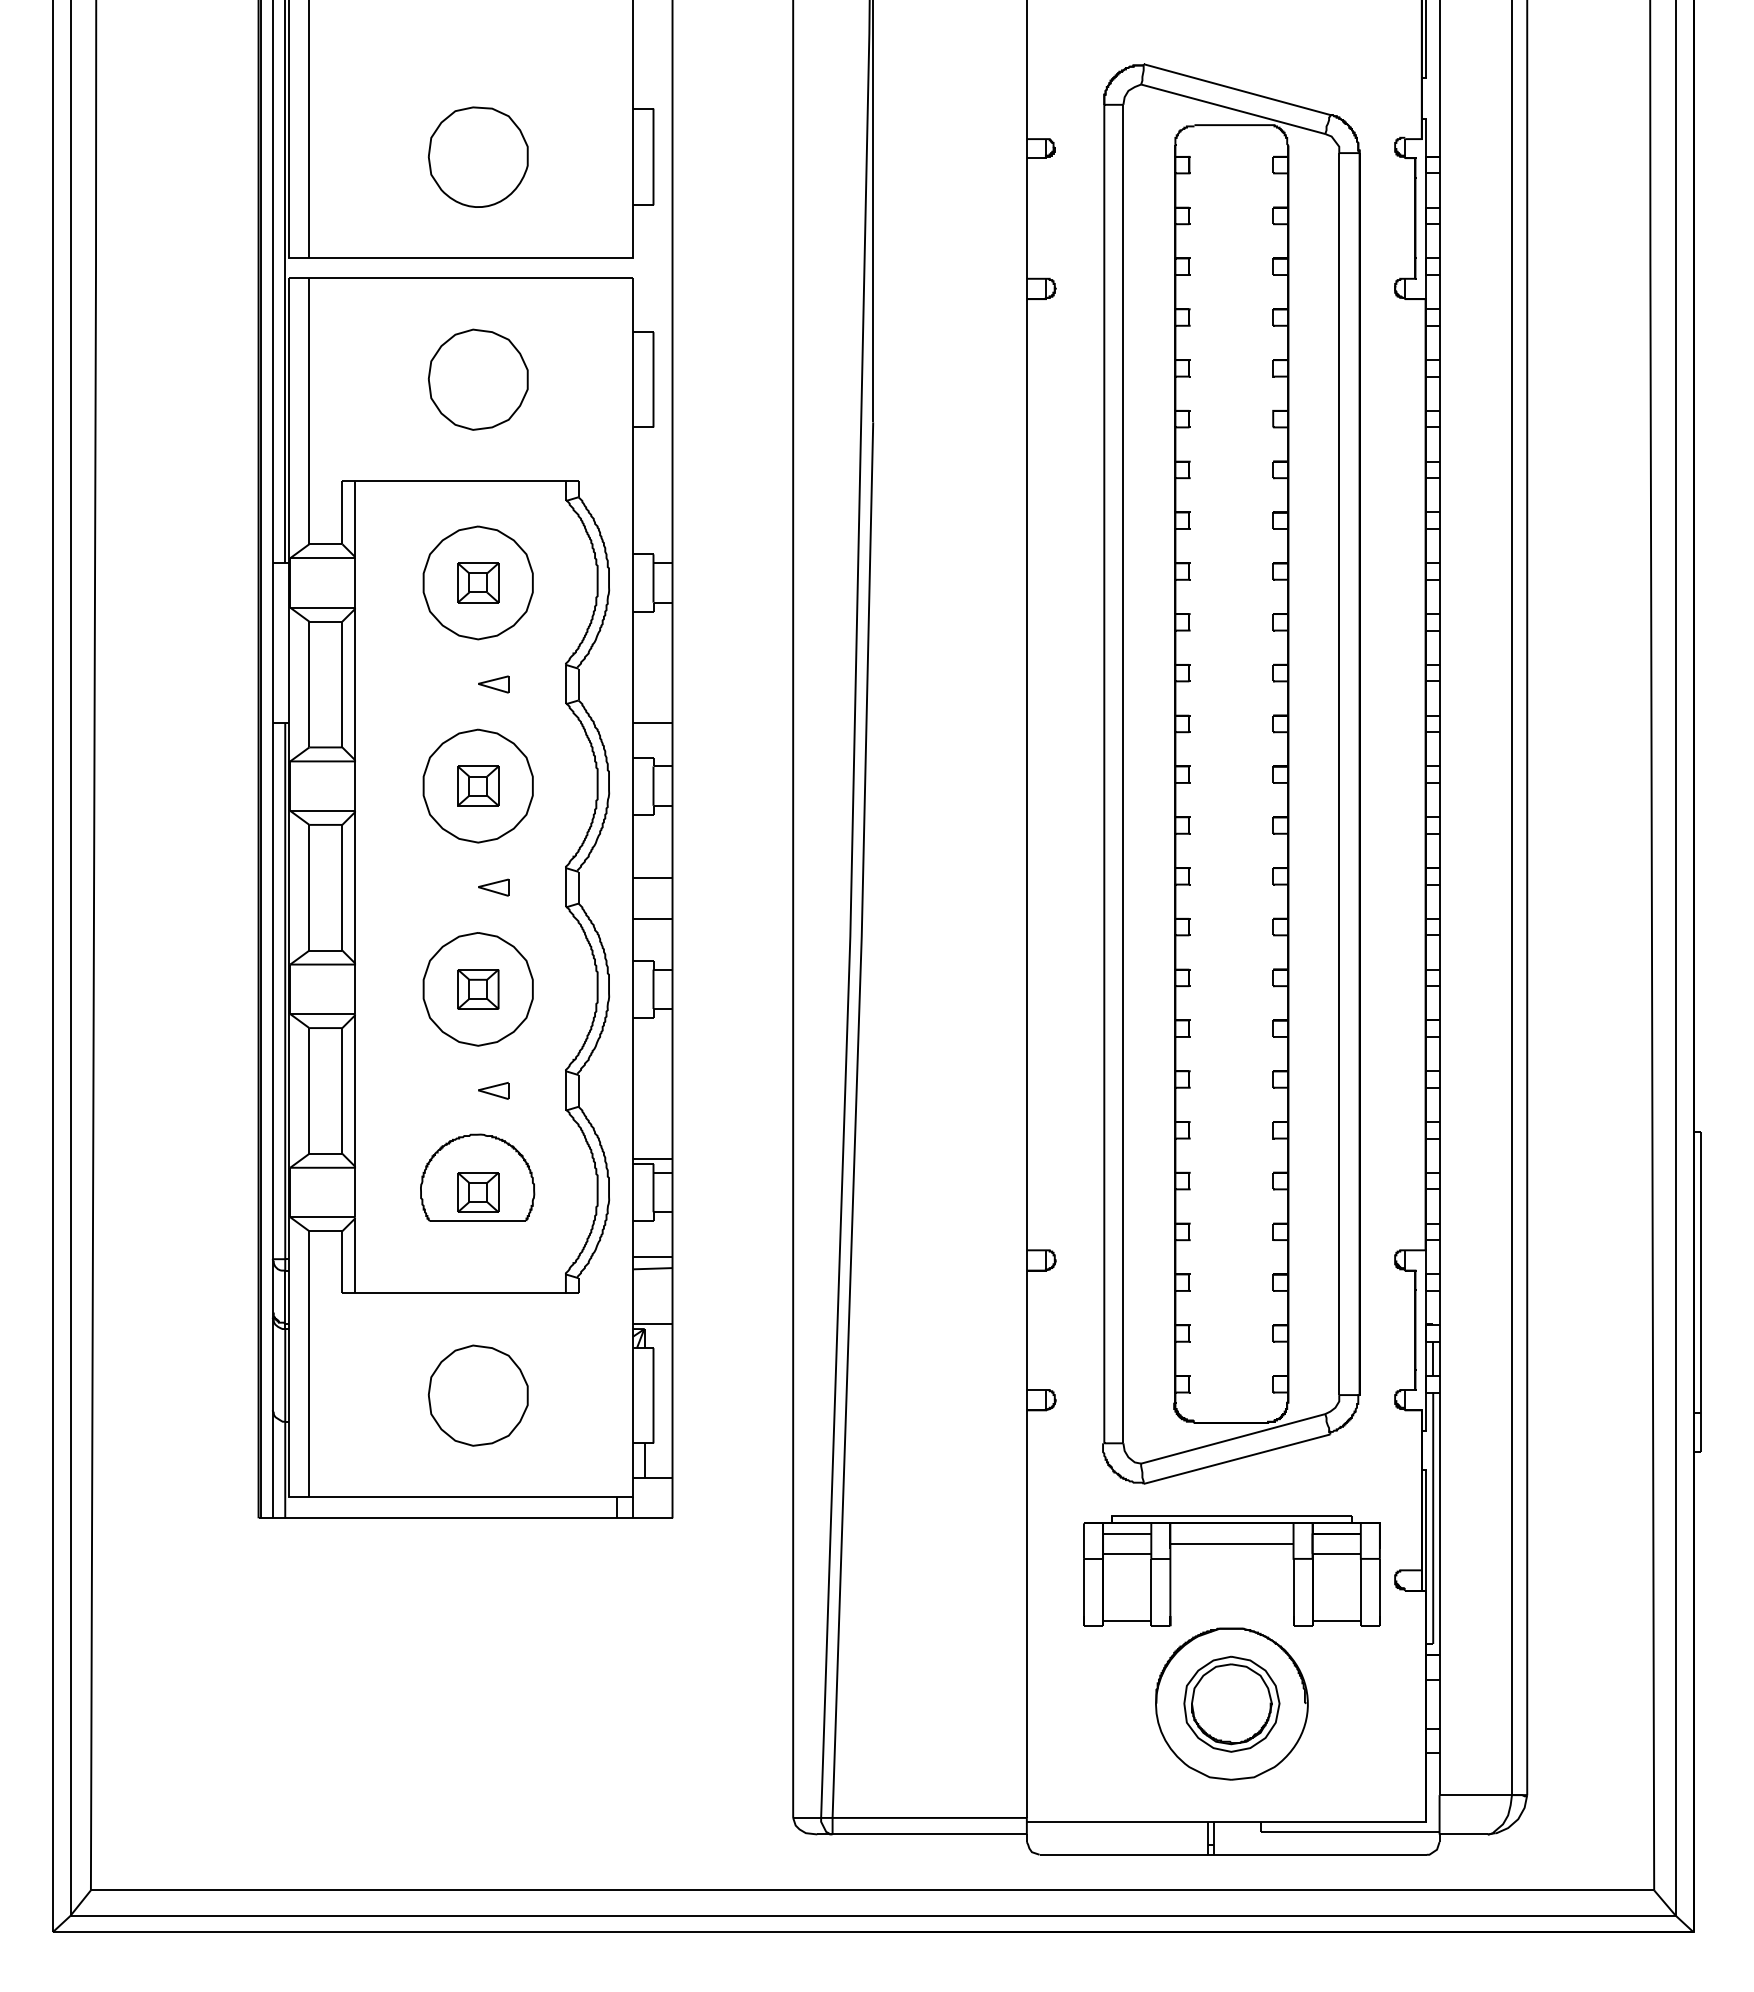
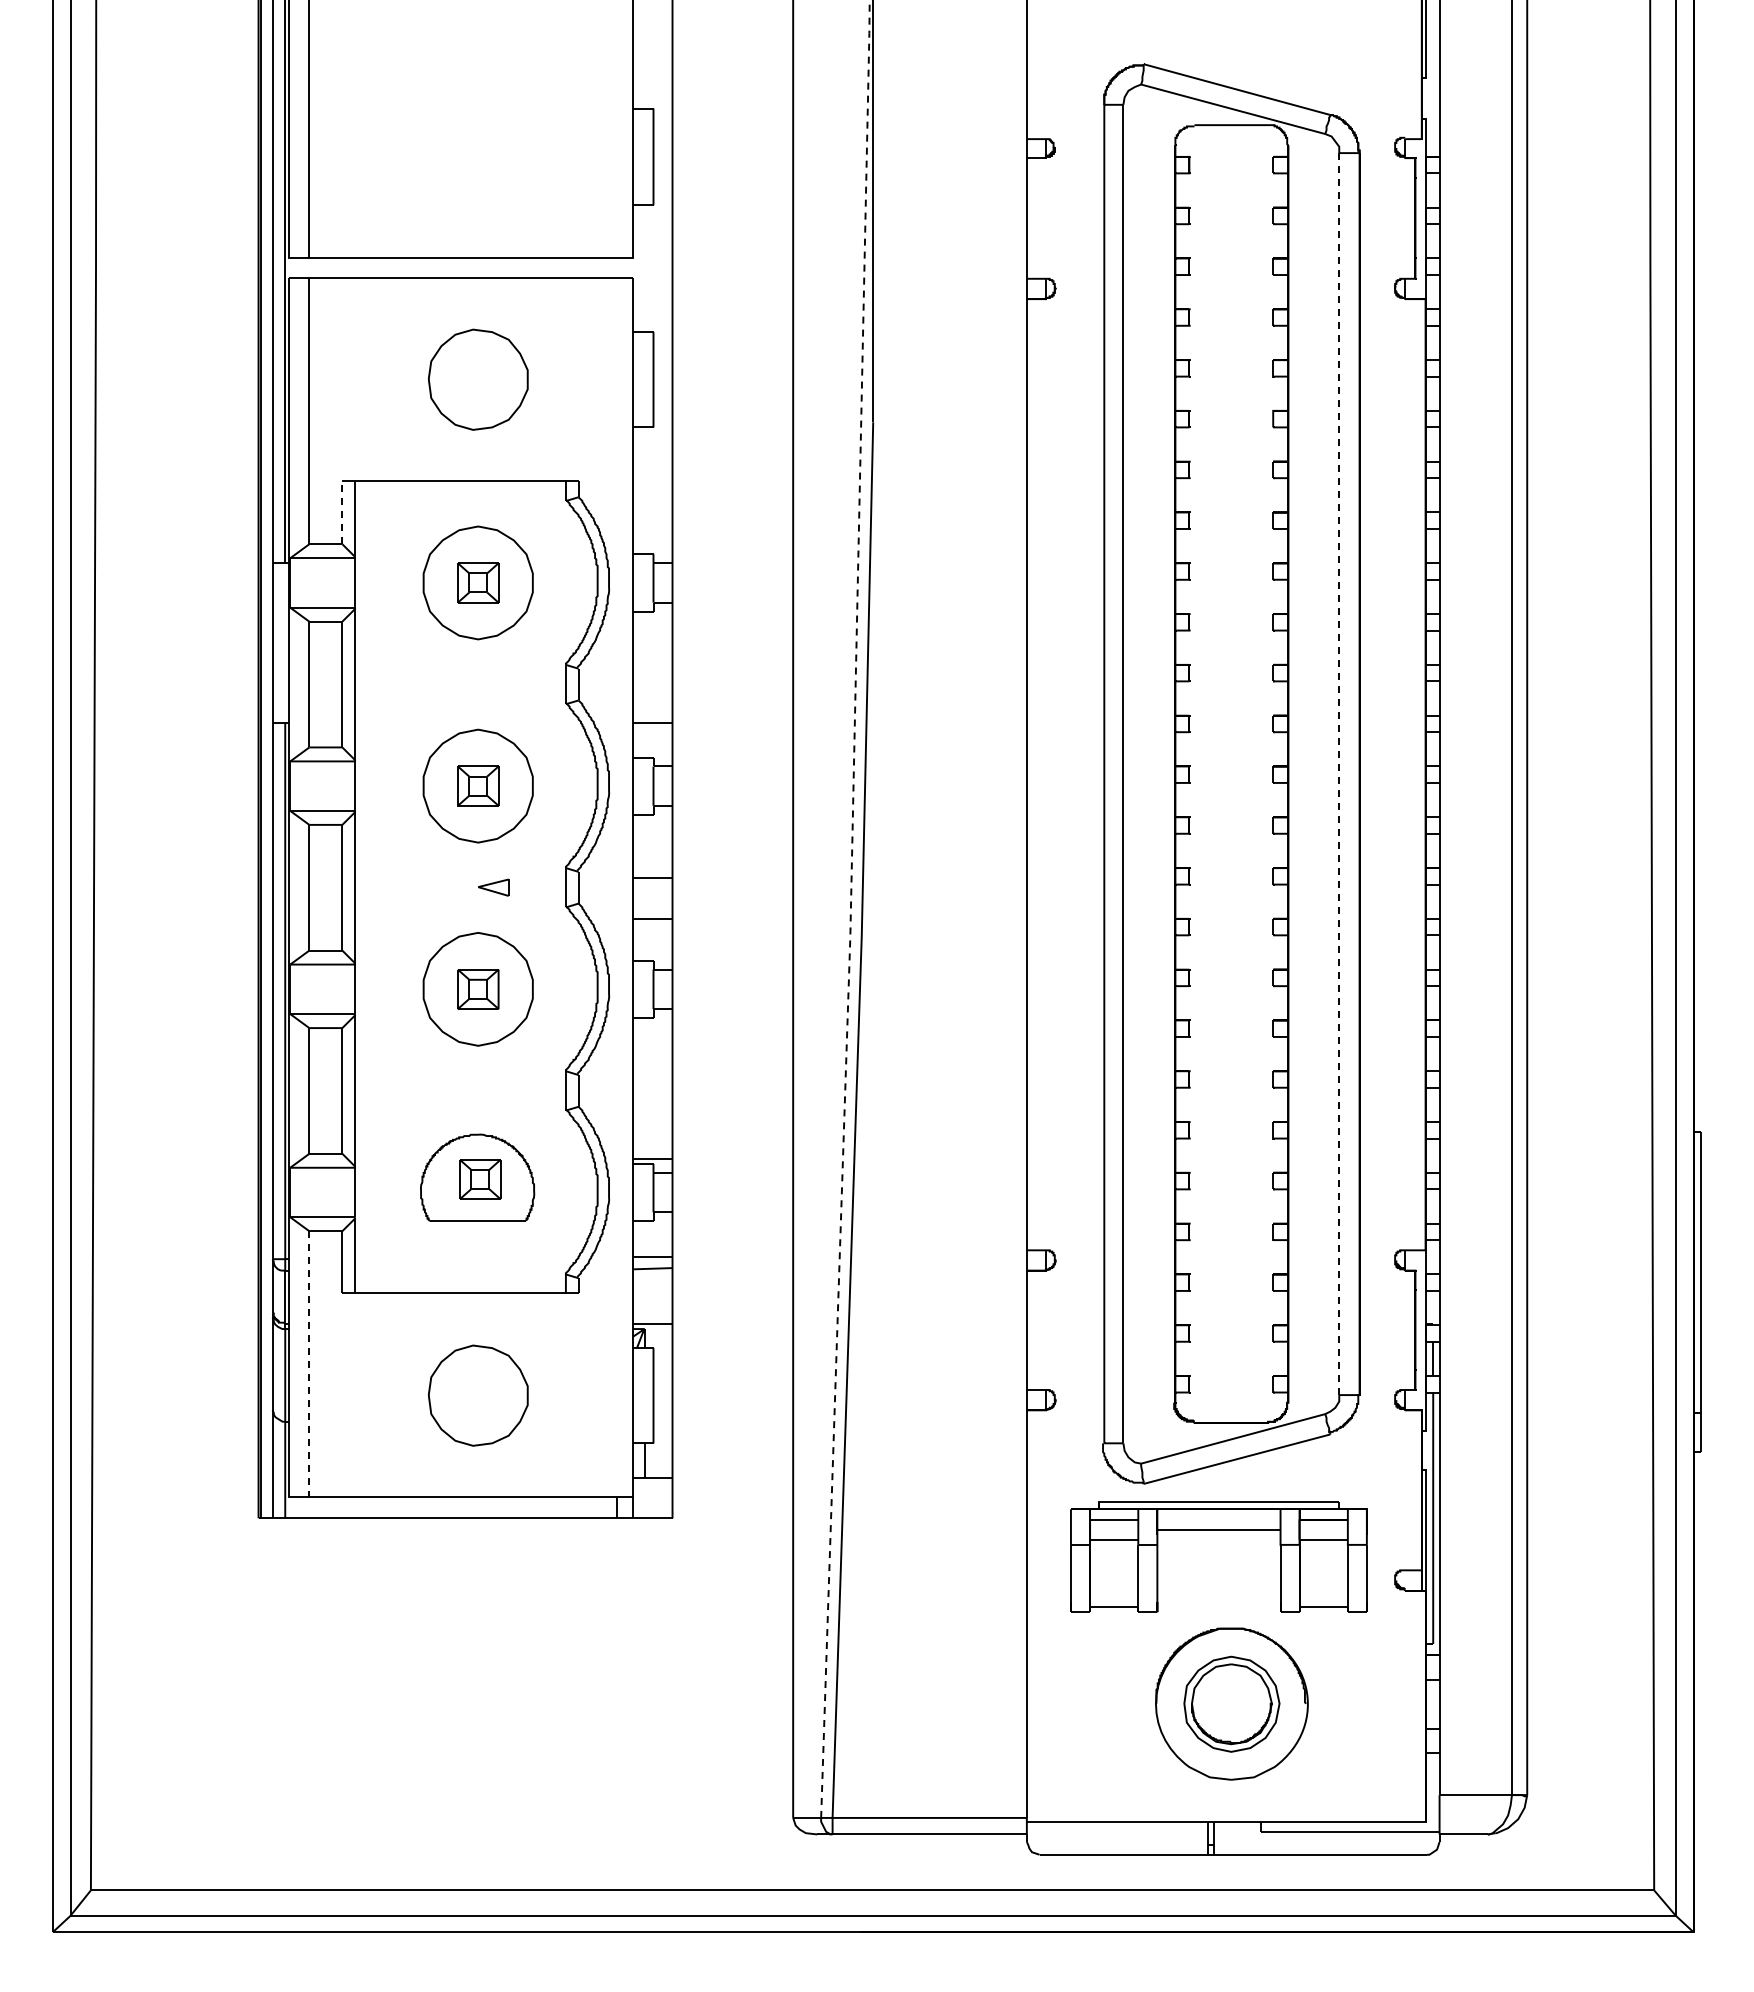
part at (478, 156): present -> none
line at (342, 512): solid -> dashed
part at (493, 684): present -> none
line at (1339, 774): solid -> dashed
line at (850, 908): solid -> dashed
part at (493, 1090): present -> none
part at (478, 1192) position: (478, 1192) -> (480, 1179)
line at (309, 1363): solid -> dashed
part at (1231, 1544) position: (1231, 1544) -> (1218, 1530)
